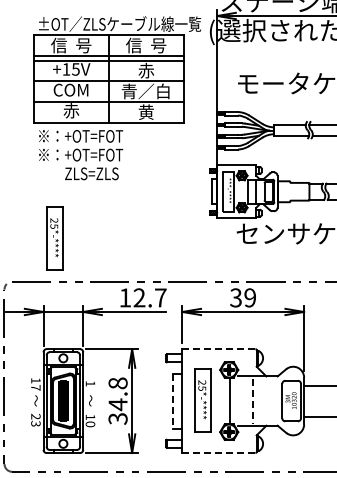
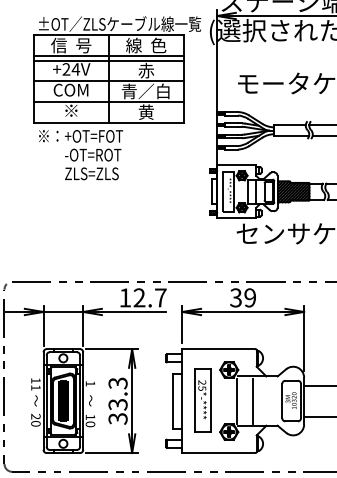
text at (146, 45): 信  号 -> 線  色
text at (71, 69): +15V -> +24V
text at (71, 110): 赤 -> ※
text at (81, 154): ※：+OT=FOT -> -OT=ROT
hatch at (293, 191): none -> present
part at (54, 238): present -> none
line at (218, 349): dashed -> solid
text at (35, 387): 17 -> 11
text at (117, 394): 34.8 -> 33.3
line at (229, 400) position: (229, 400) -> (236, 400)
line at (173, 401): dashed -> solid
line at (253, 401): dashed -> solid
text at (35, 423): 23 -> 20
line at (218, 453): dashed -> solid
